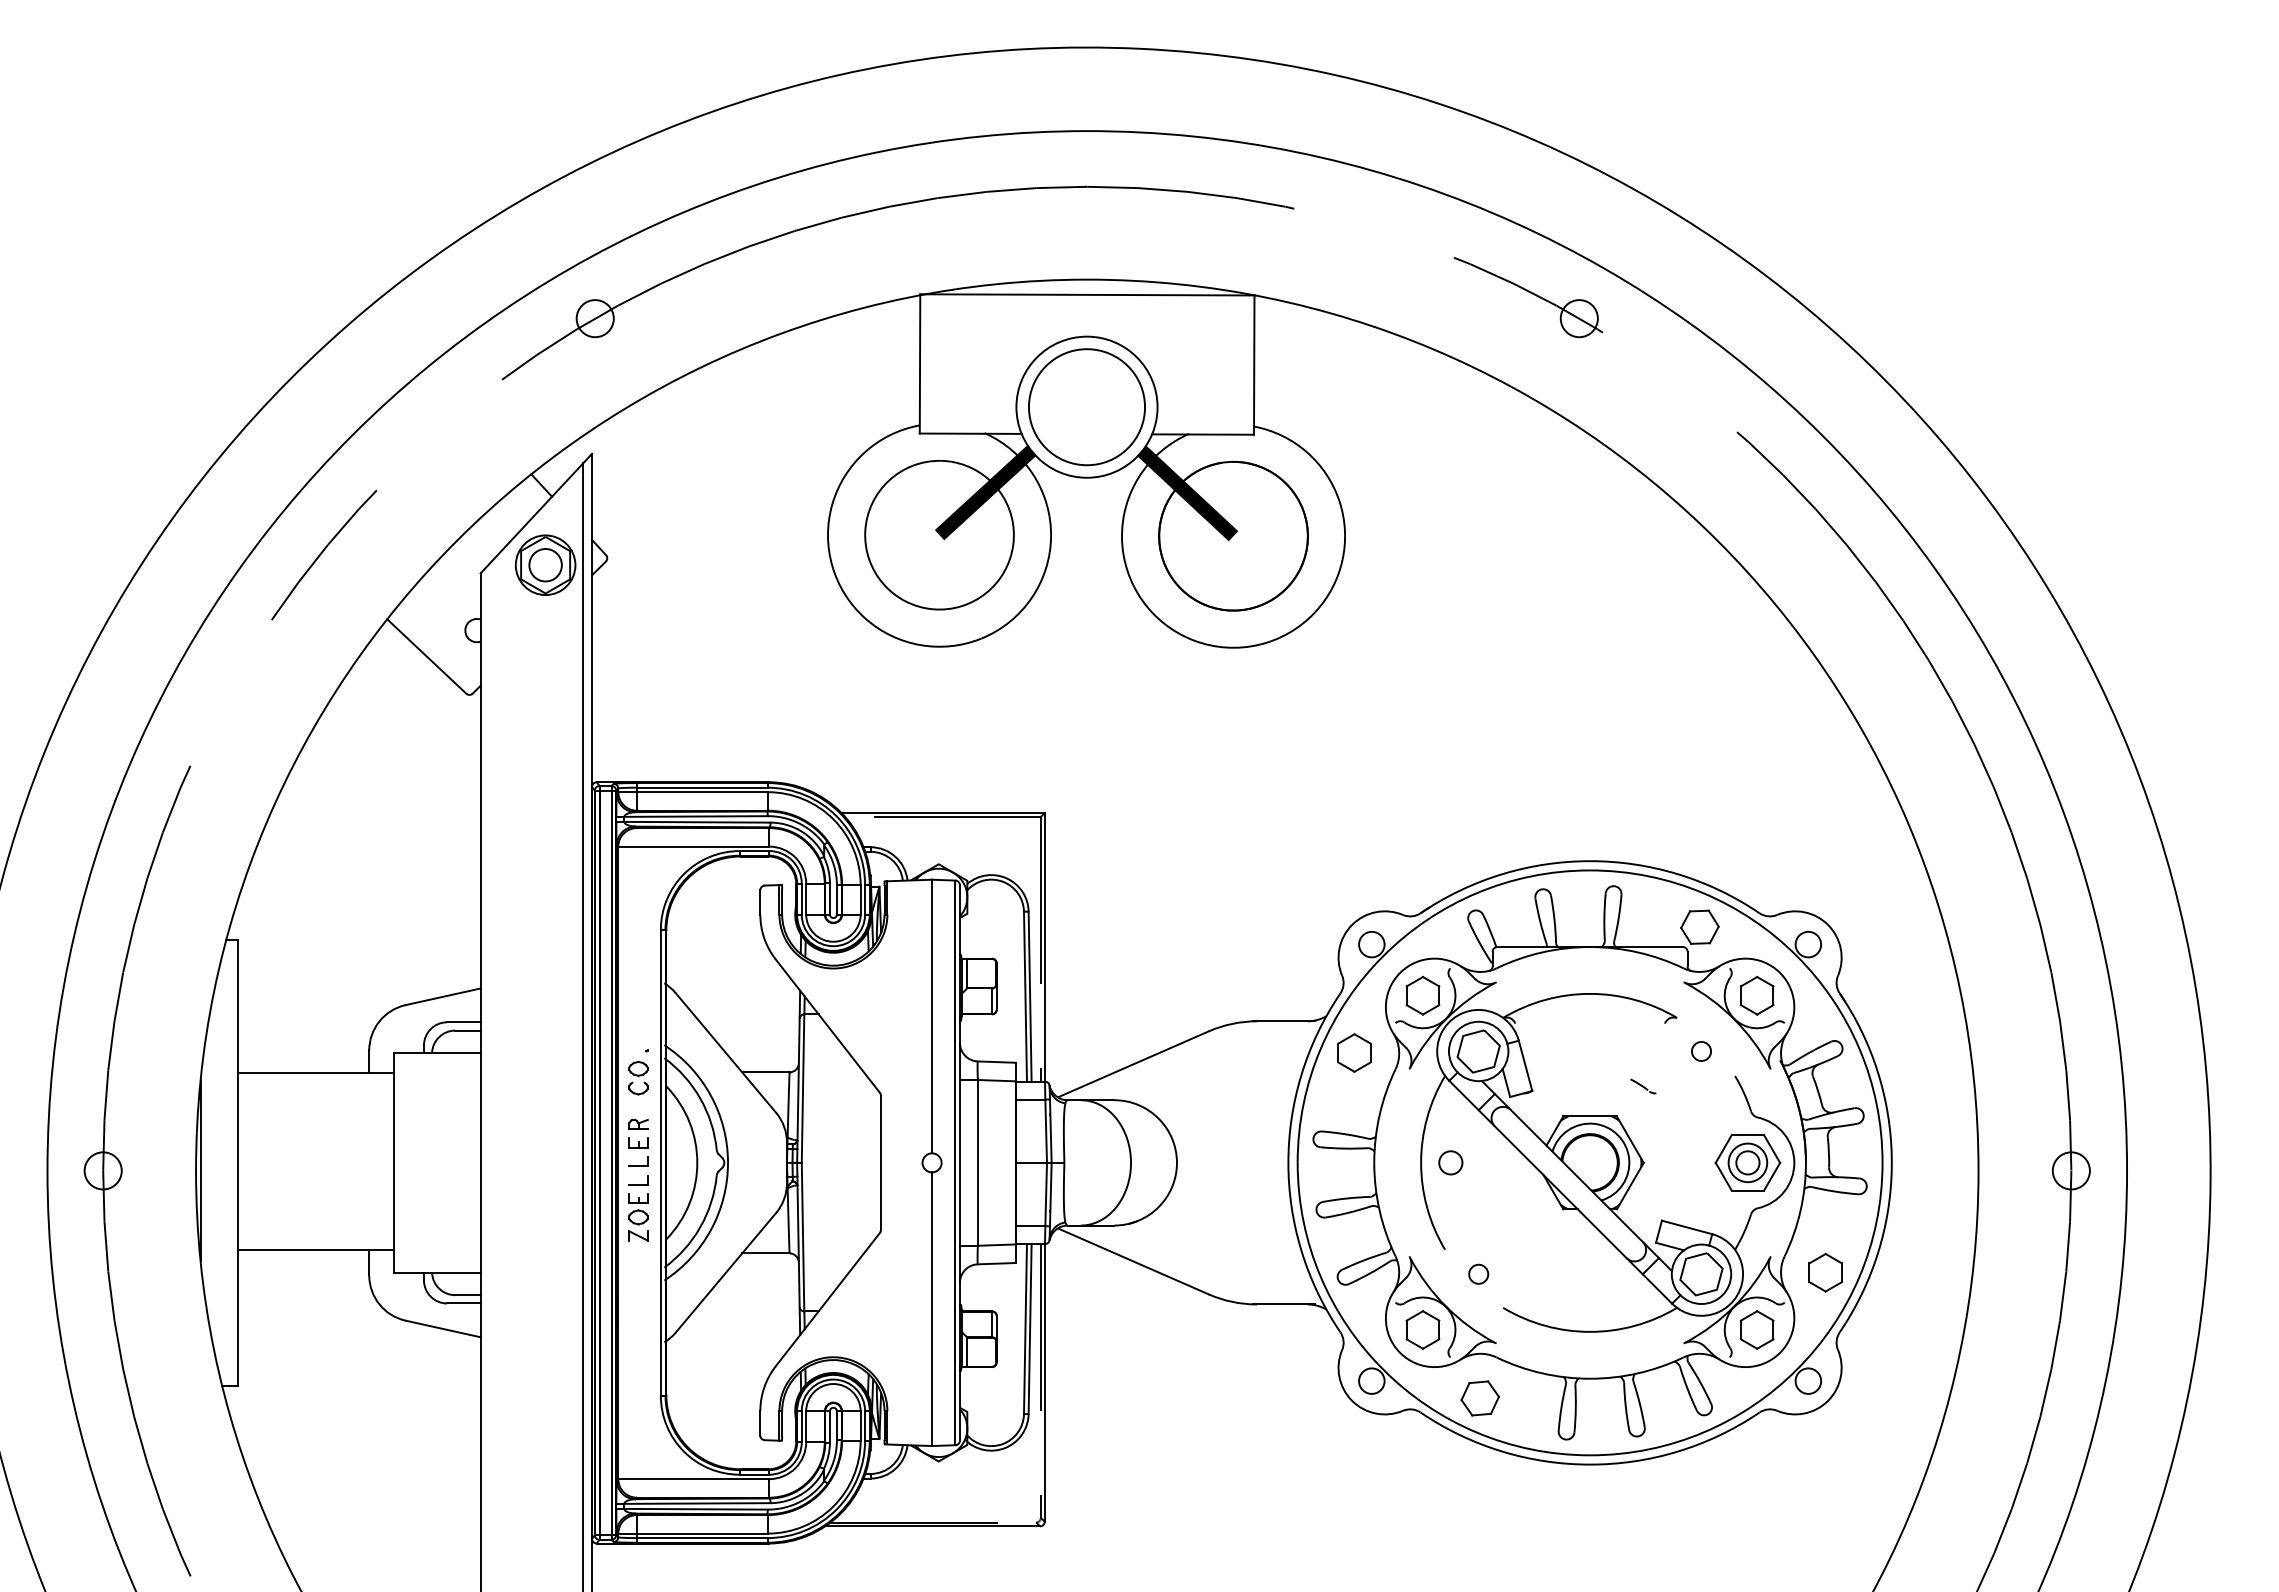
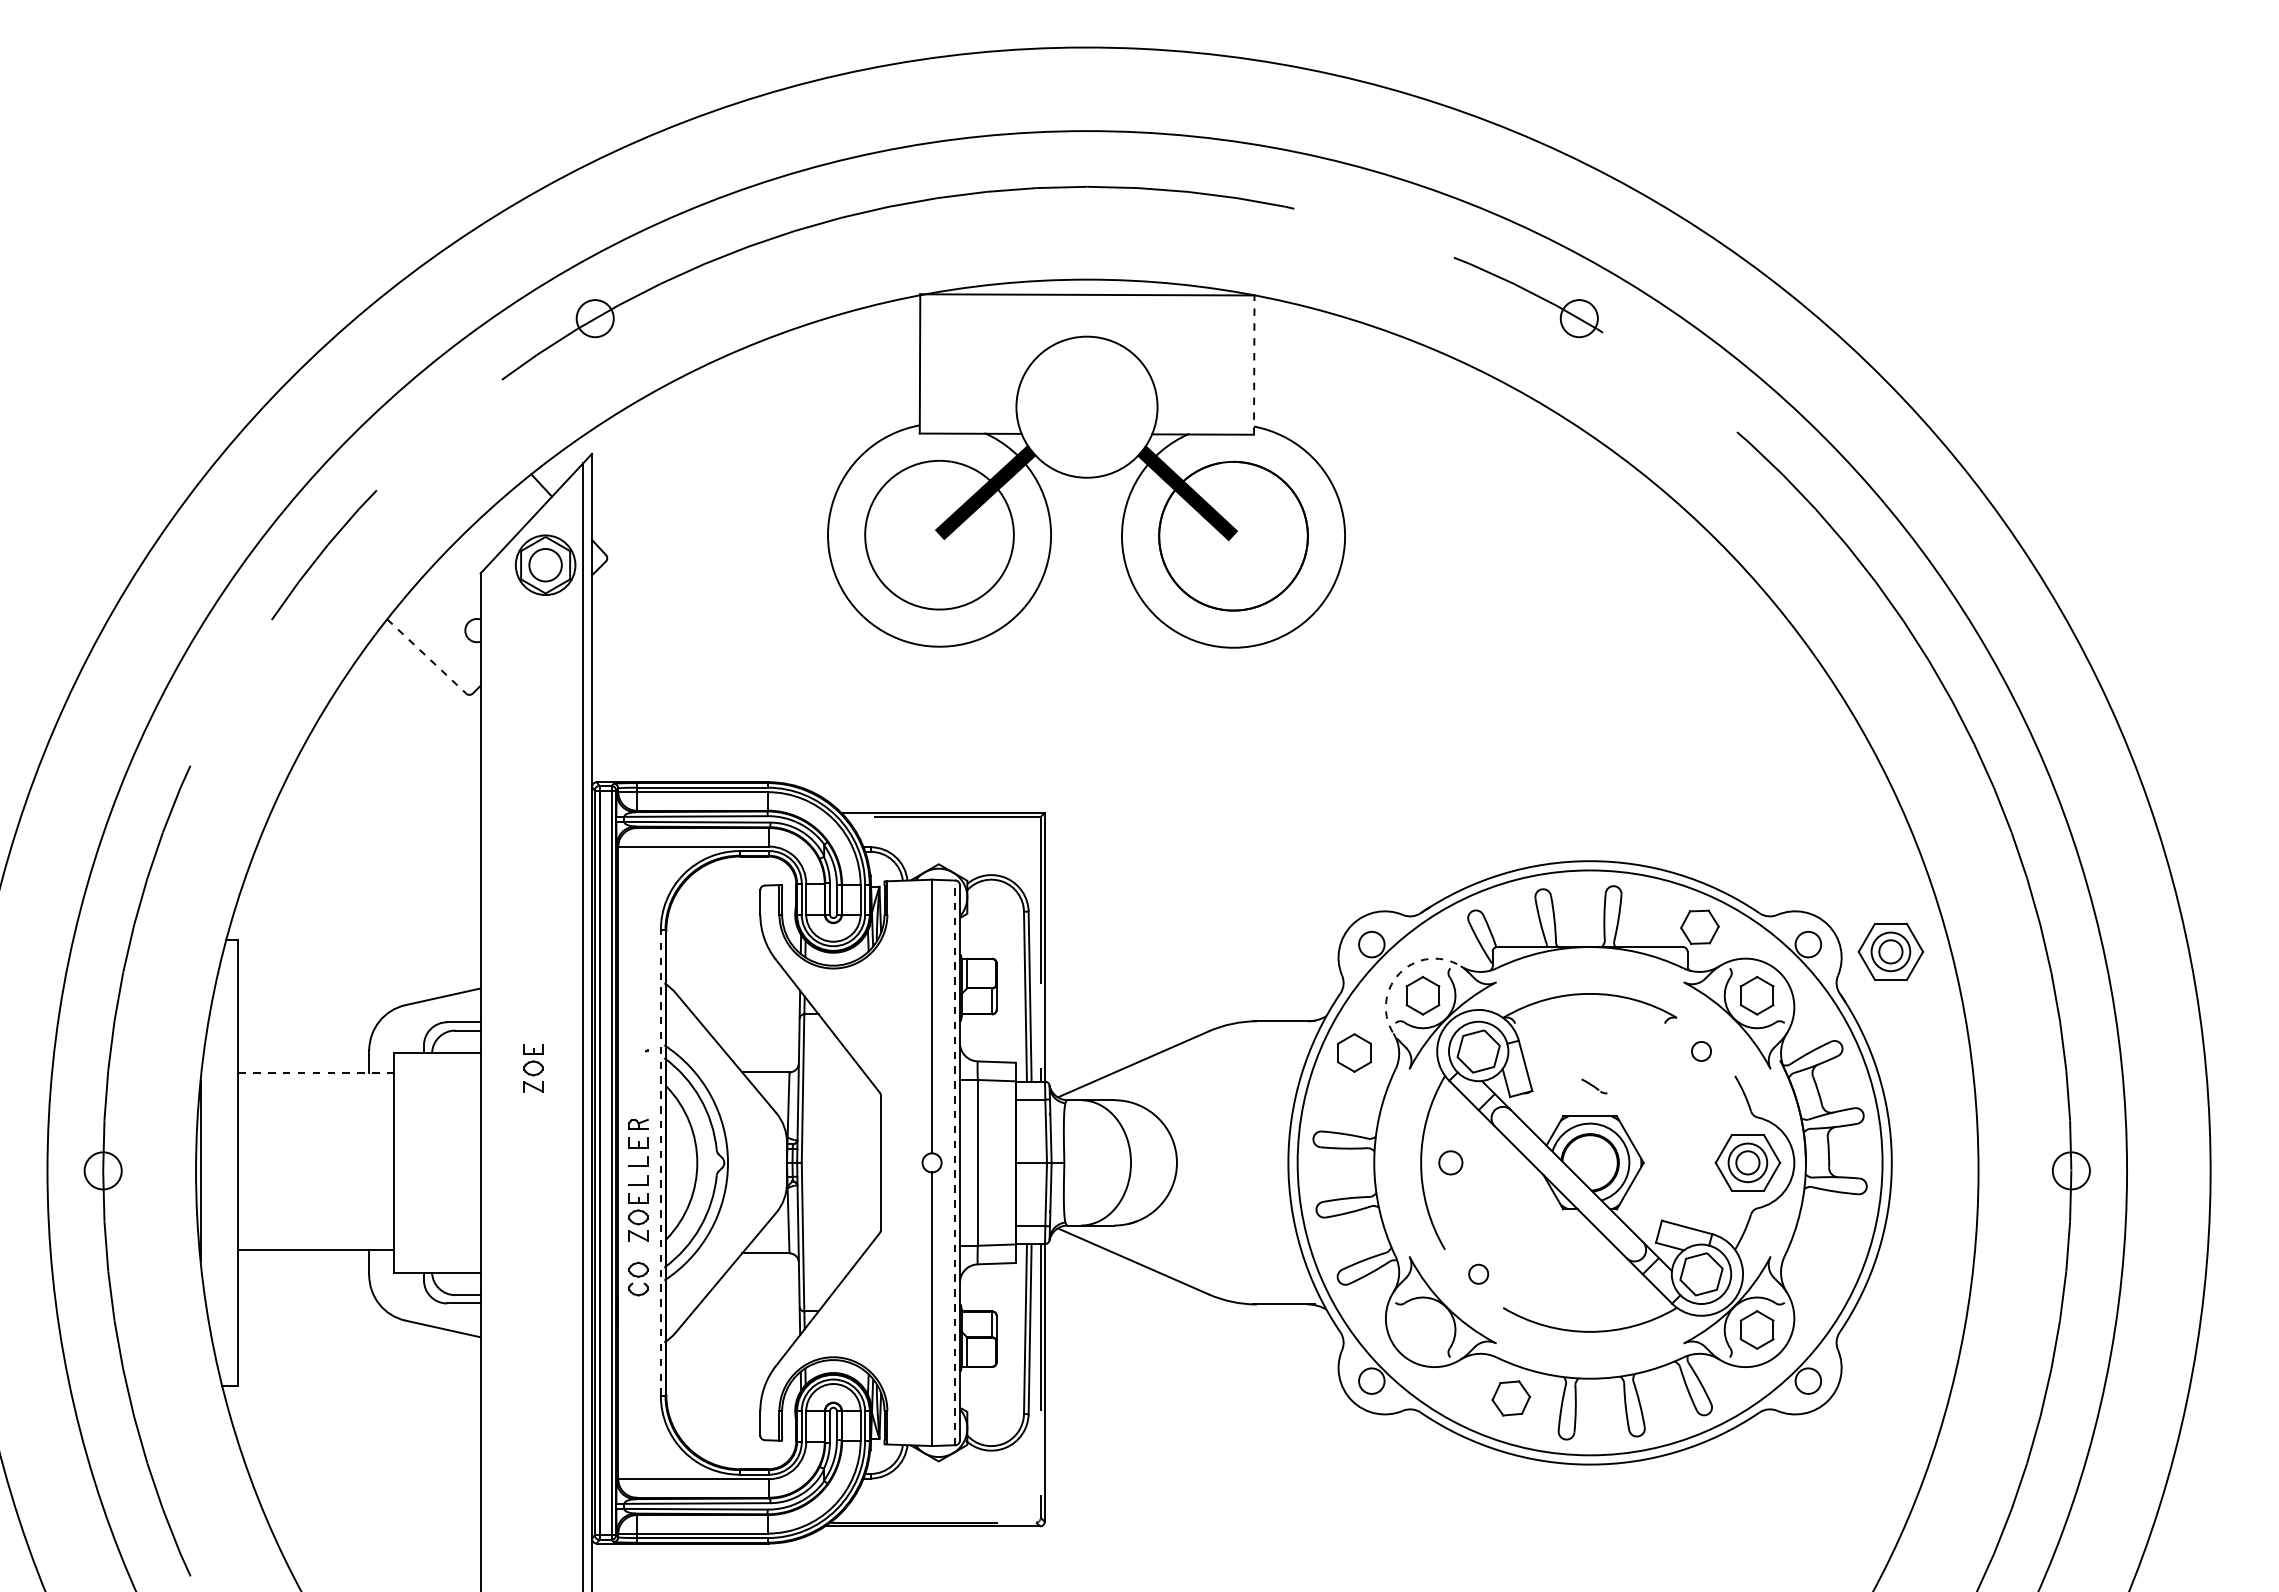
line at (1254, 365): solid -> dashed
circle at (1086, 407): present -> none
line at (427, 656): solid -> dashed
part at (1890, 951): none -> present
arc at (1400, 972): solid -> dashed
part at (533, 1068): none -> present
line at (315, 1073): solid -> dashed
part at (638, 1077) position: (638, 1077) -> (638, 1278)
part at (1643, 1086) position: (1643, 1086) -> (1594, 1086)
line at (660, 1162): solid -> dashed
line at (955, 1162): solid -> dashed
part at (1825, 1272): present -> none
part at (1422, 1329): present -> none
part at (1479, 1398) position: (1479, 1398) -> (1510, 1398)
